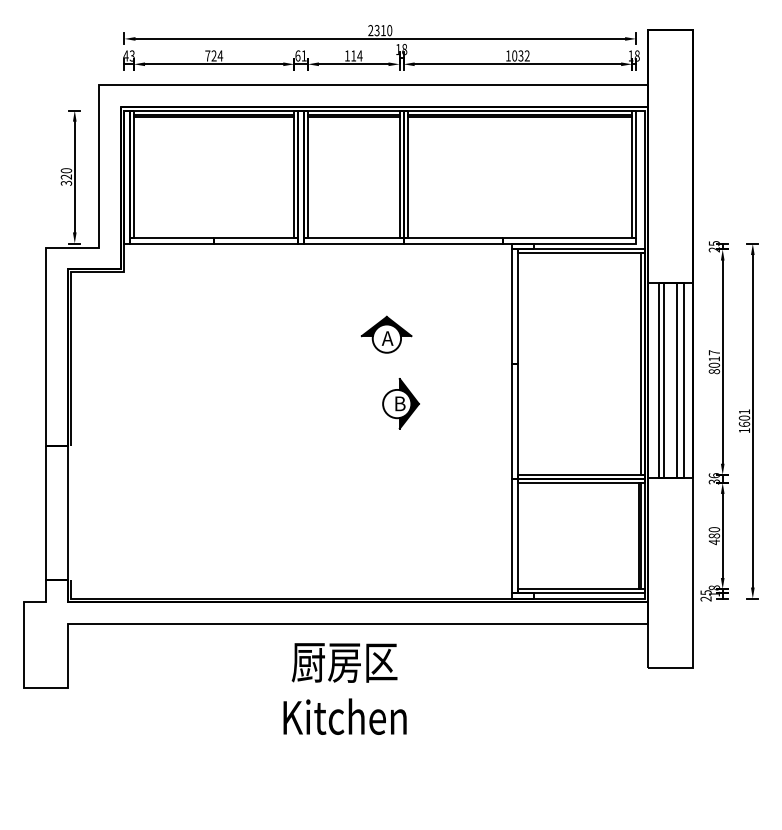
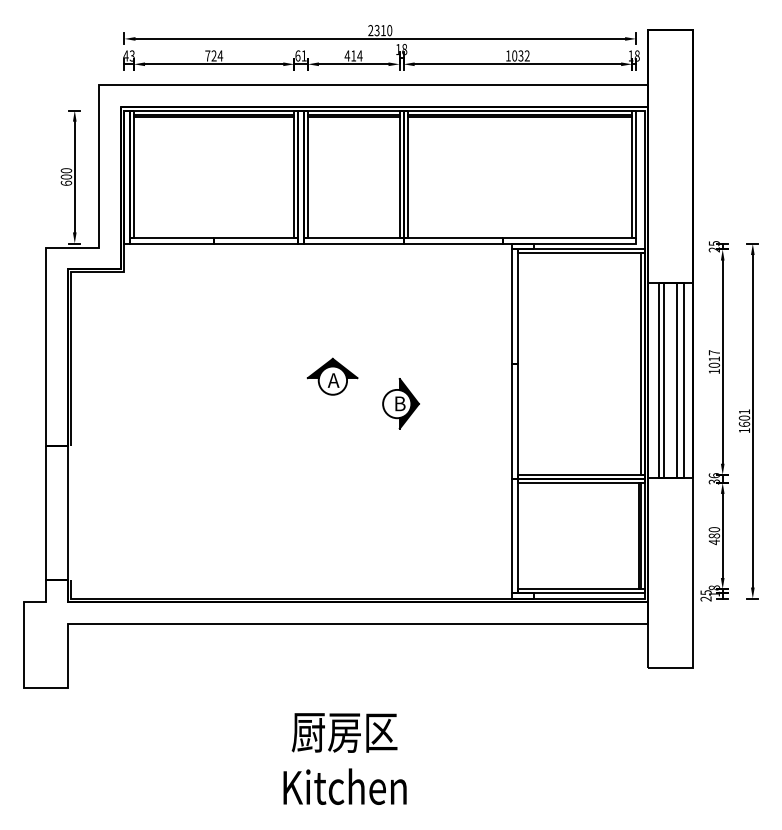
text at (347, 55): 114 -> 414
text at (66, 179): 320 -> 600
part at (386, 334) position: (386, 334) -> (332, 376)
text at (714, 371): 8017 -> 1017
text at (344, 688) position: (344, 688) -> (344, 758)
